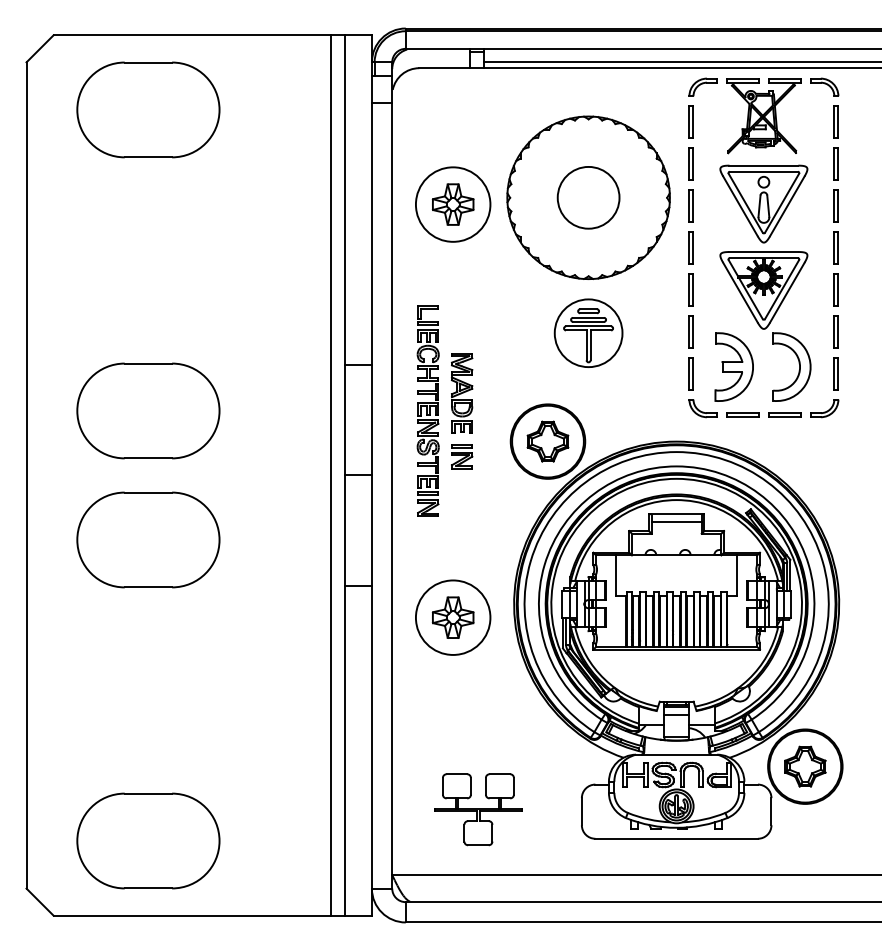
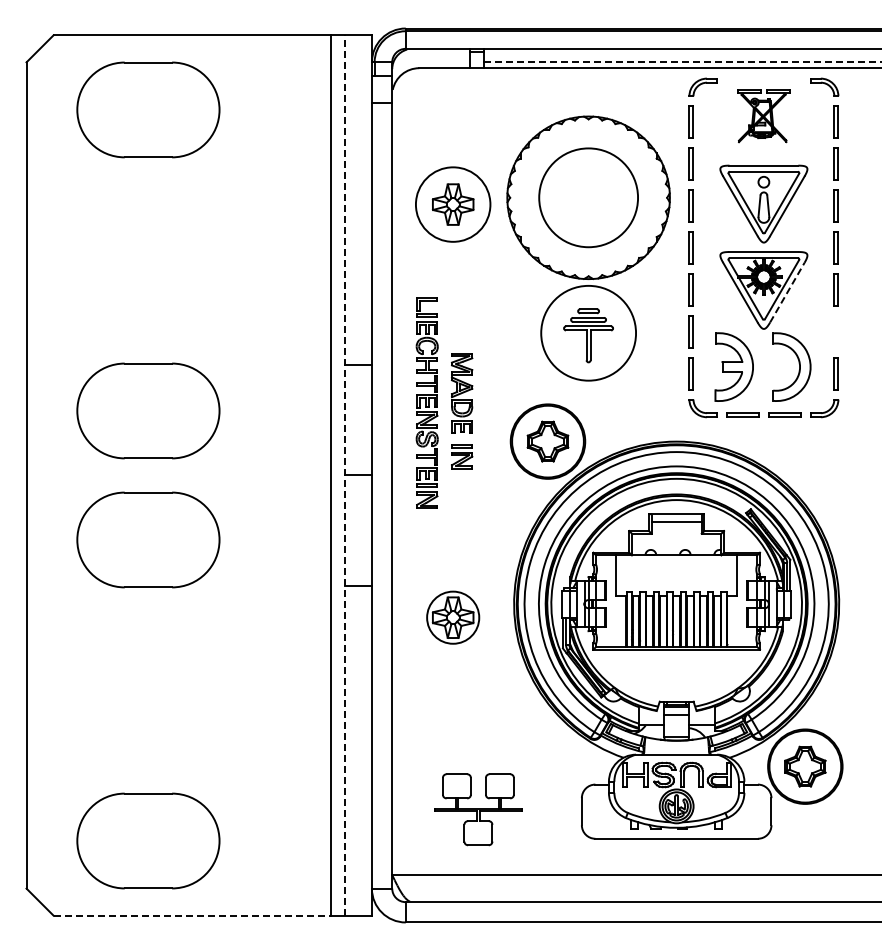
line at (683, 62): solid -> dashed
part at (763, 116) size: 76x77 px -> 54x55 px
circle at (588, 197) diameter: 62 px -> 99 px
line at (787, 292): solid -> dashed
part at (835, 331): present -> none
circle at (588, 333) diameter: 68 px -> 95 px
part at (427, 410) position: (427, 410) -> (426, 402)
line at (344, 475): solid -> dashed
circle at (452, 617) diameter: 74 px -> 52 px
line at (192, 915): solid -> dashed
